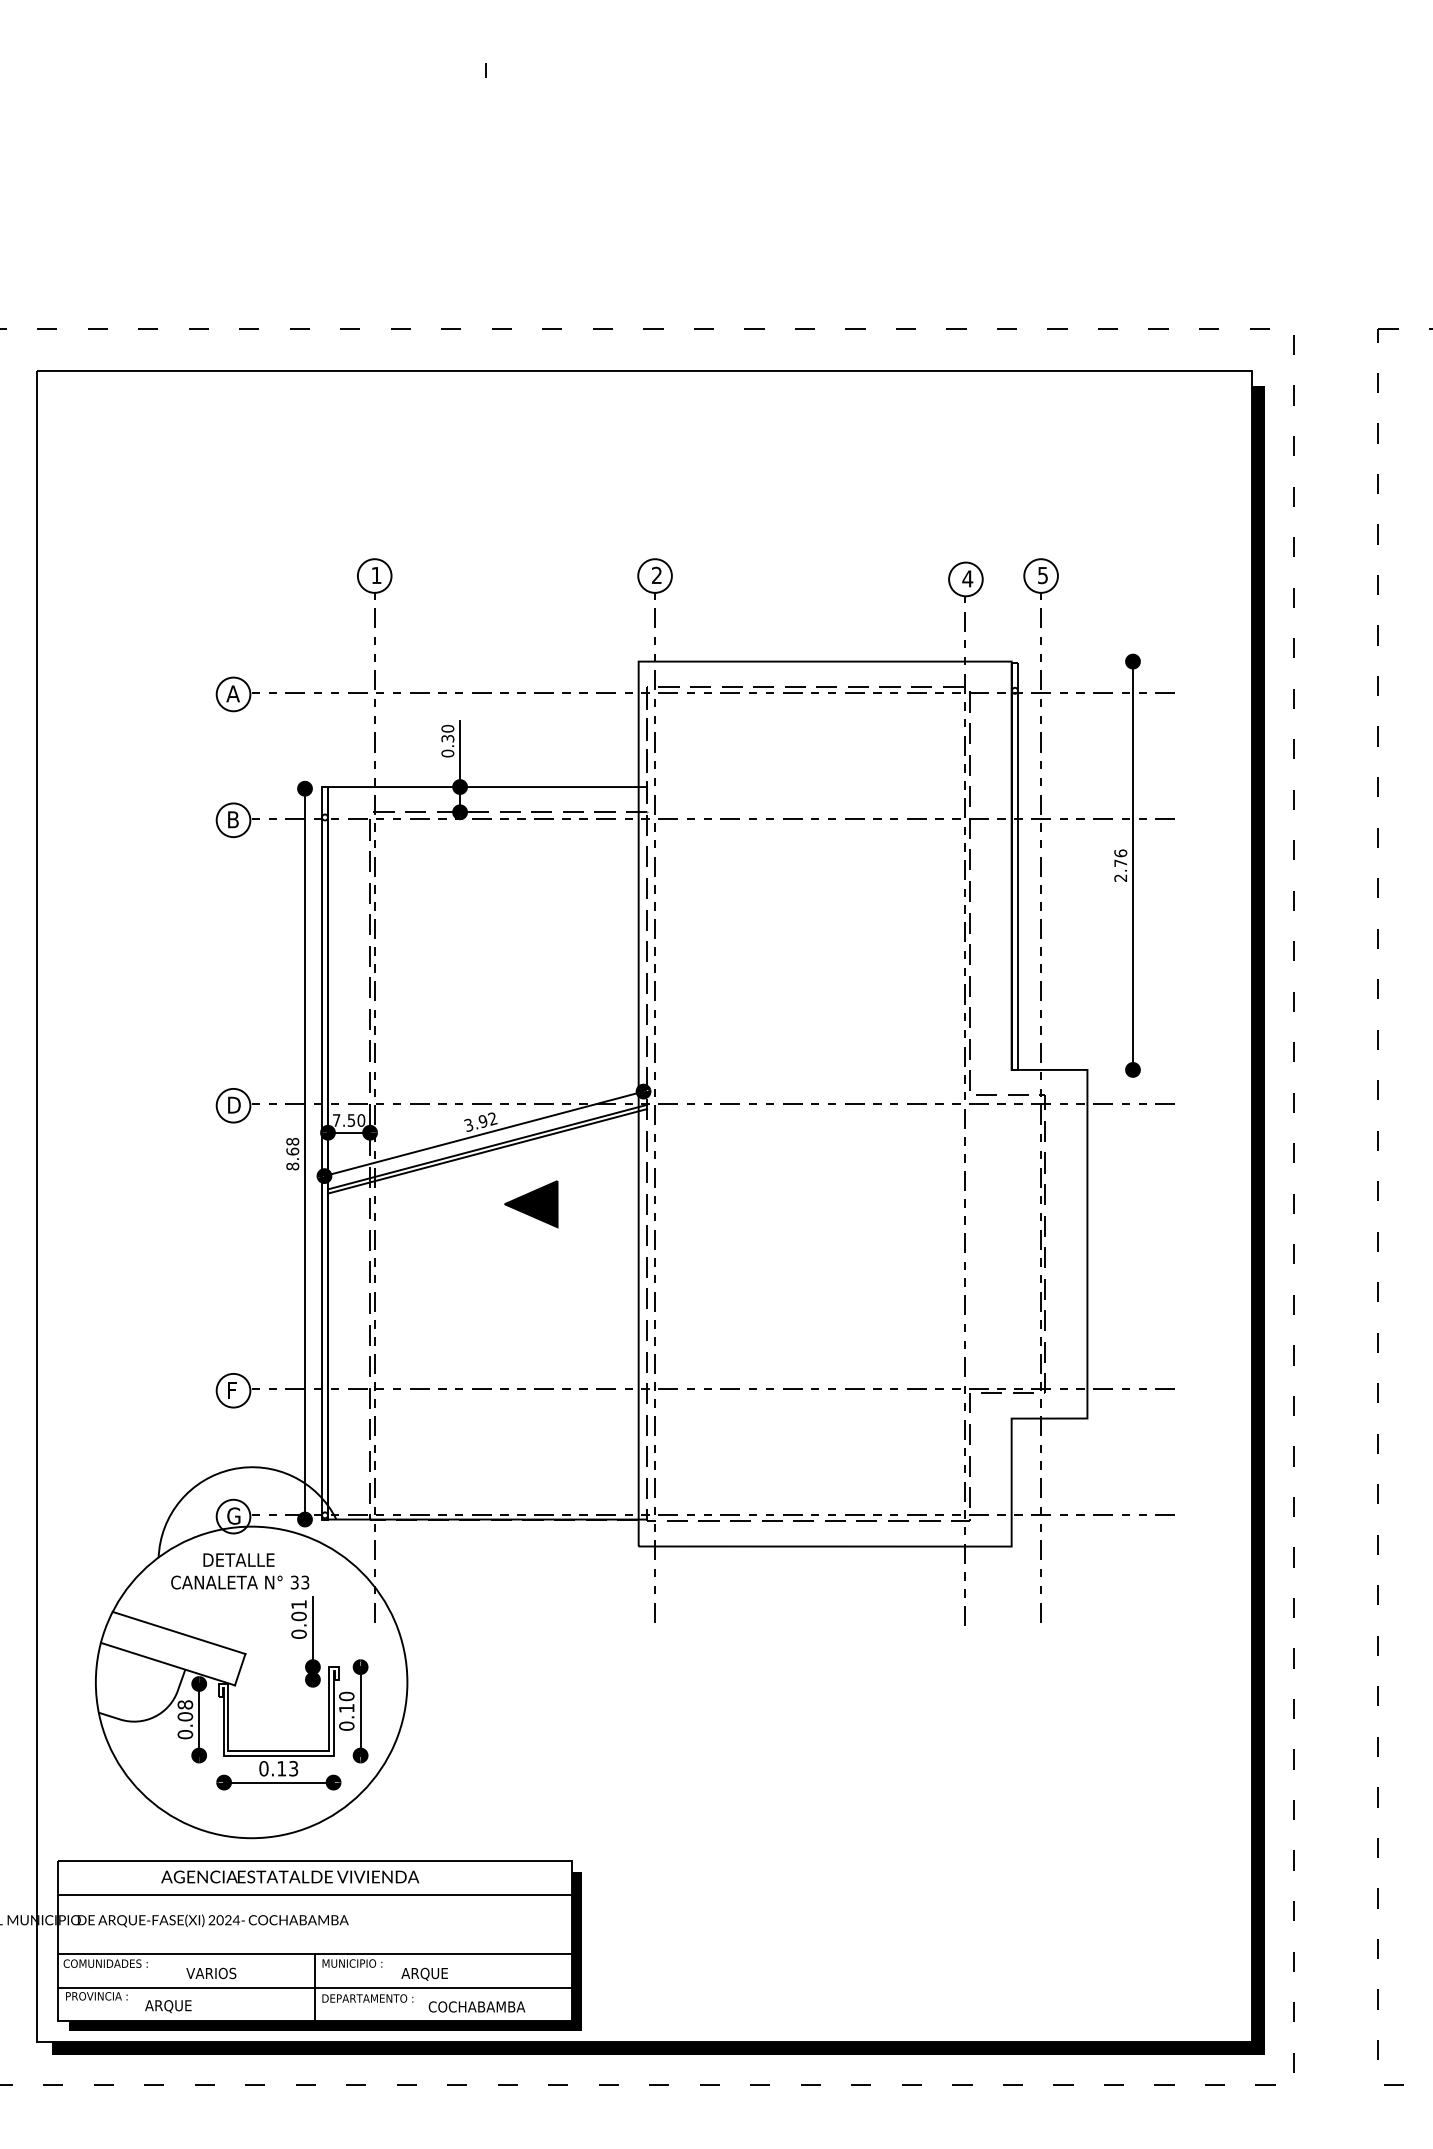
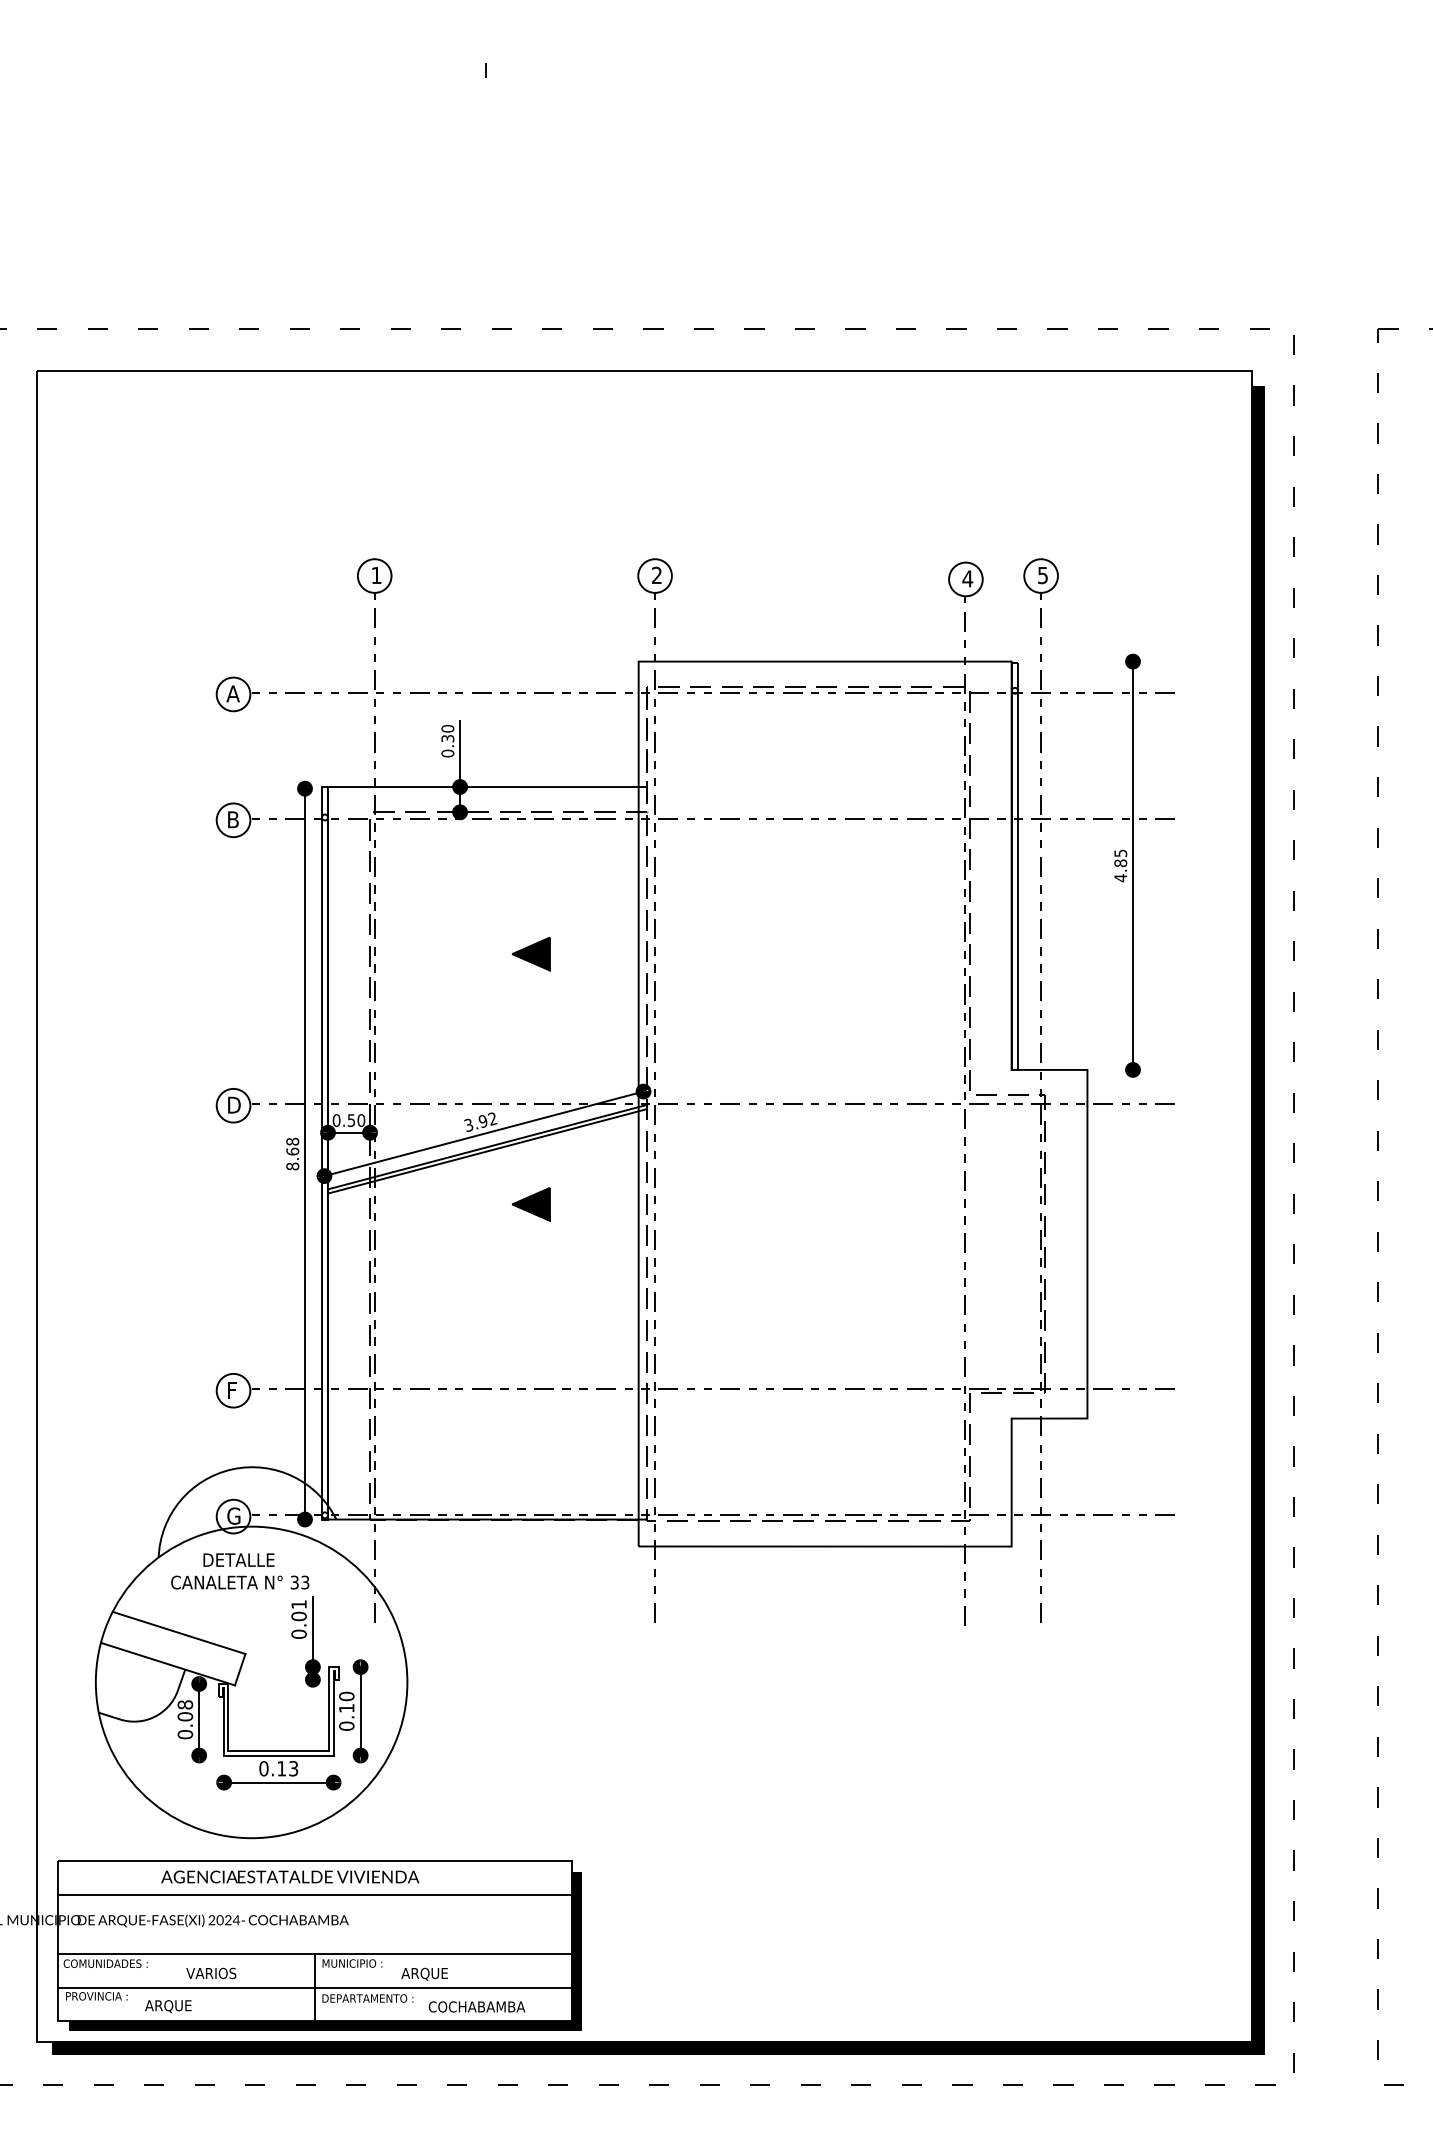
text at (1120, 865): 2.76 -> 4.85
part at (530, 953): none -> present
text at (336, 1120): 7.50 -> 0.50
part at (531, 1204) size: 55x49 px -> 40x36 px
